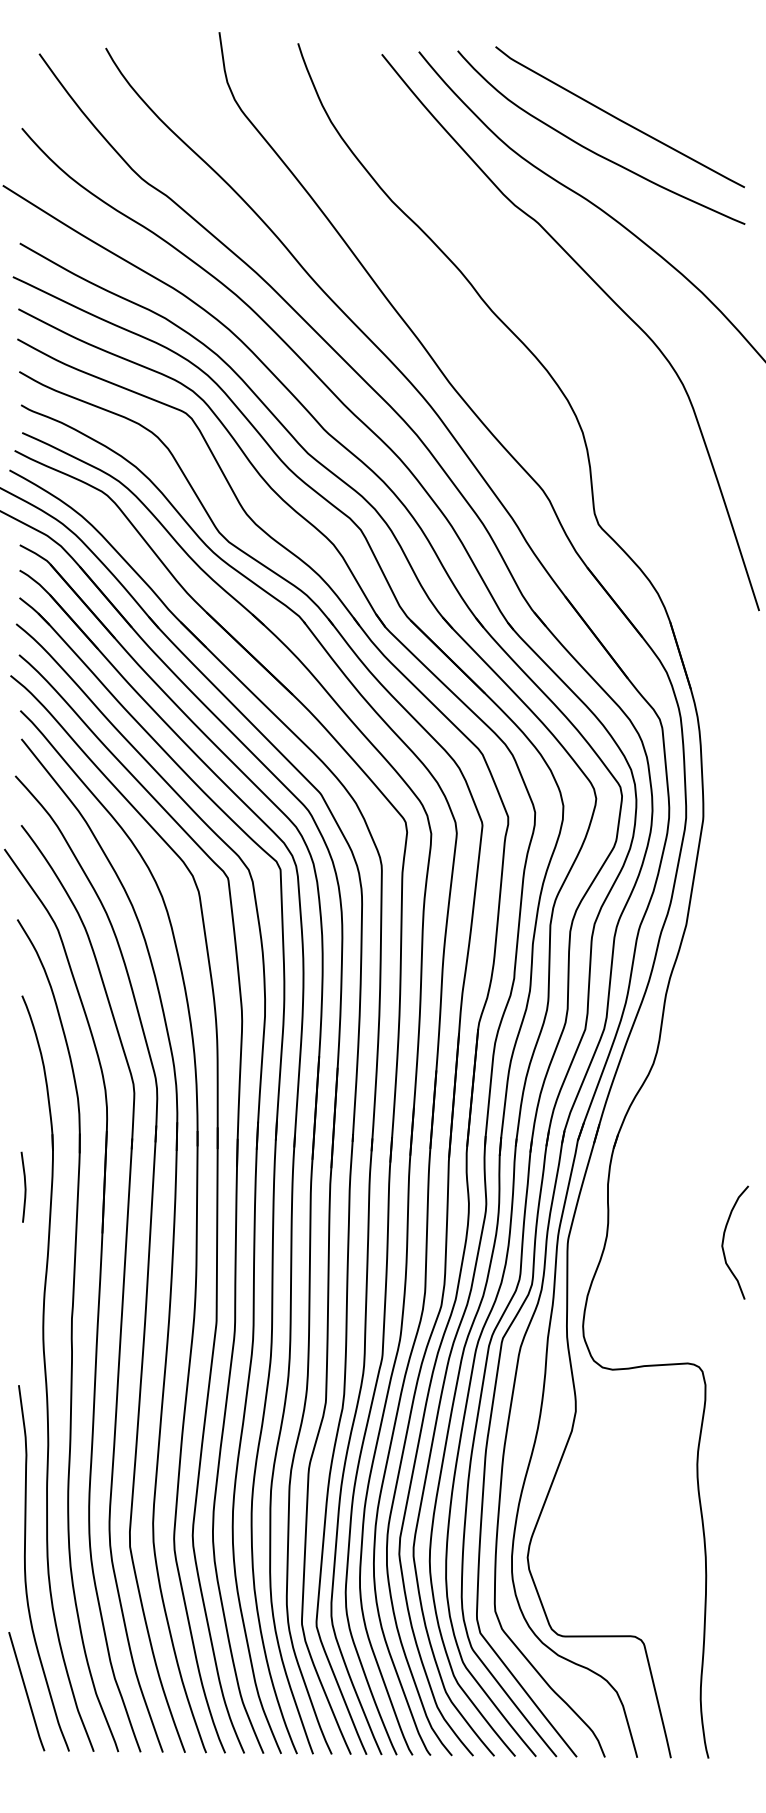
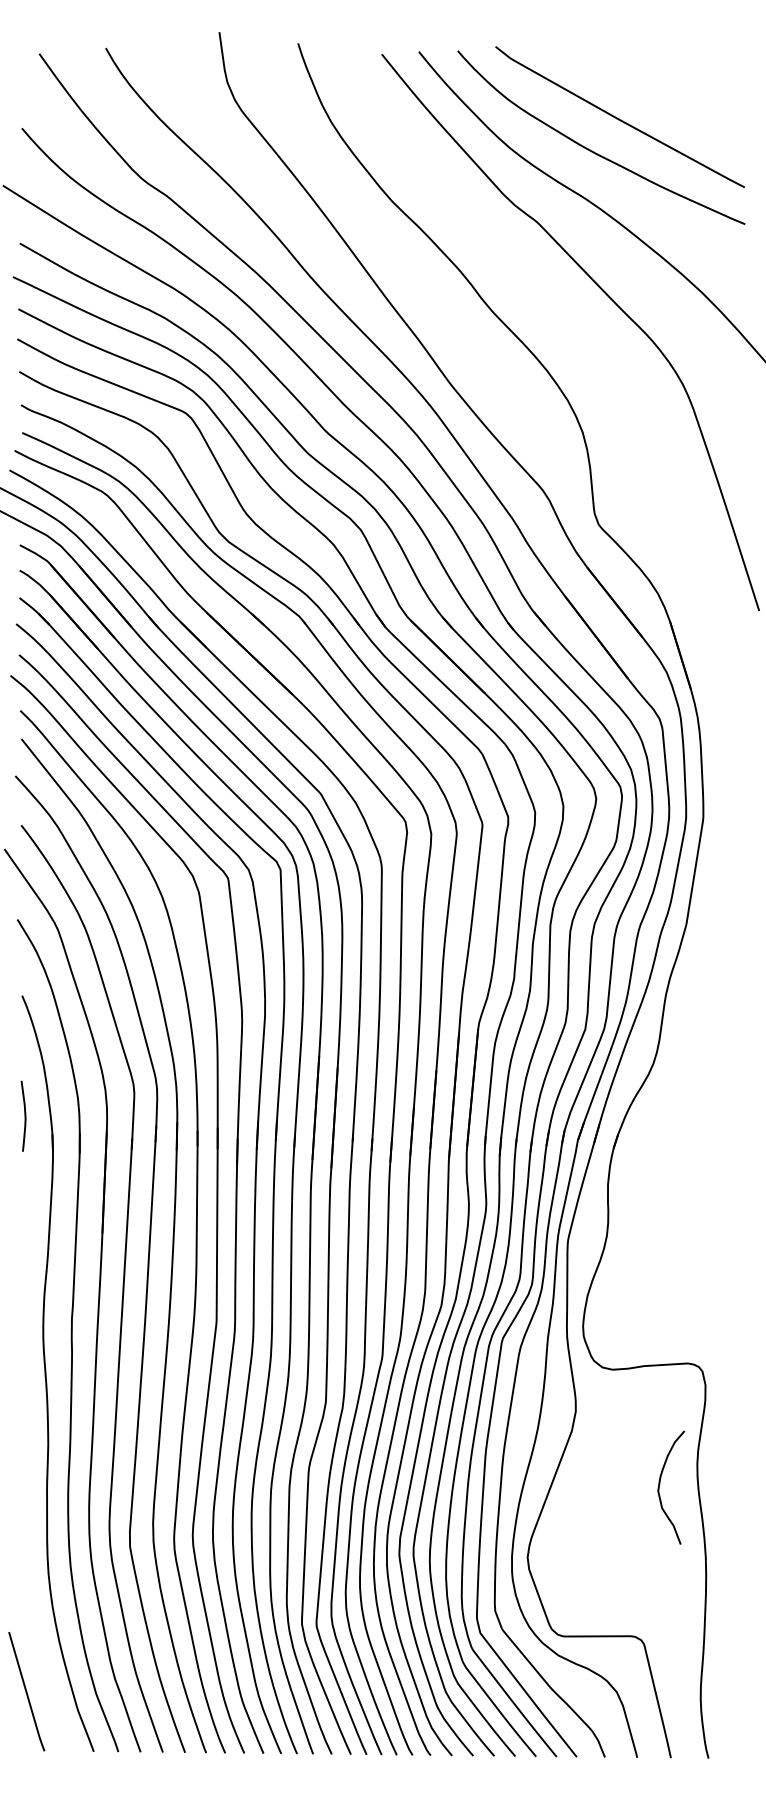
curve at (24, 1186) position: (24, 1186) -> (24, 1115)
curve at (724, 1239) position: (724, 1239) -> (660, 1484)
curve at (26, 1573): present -> none
